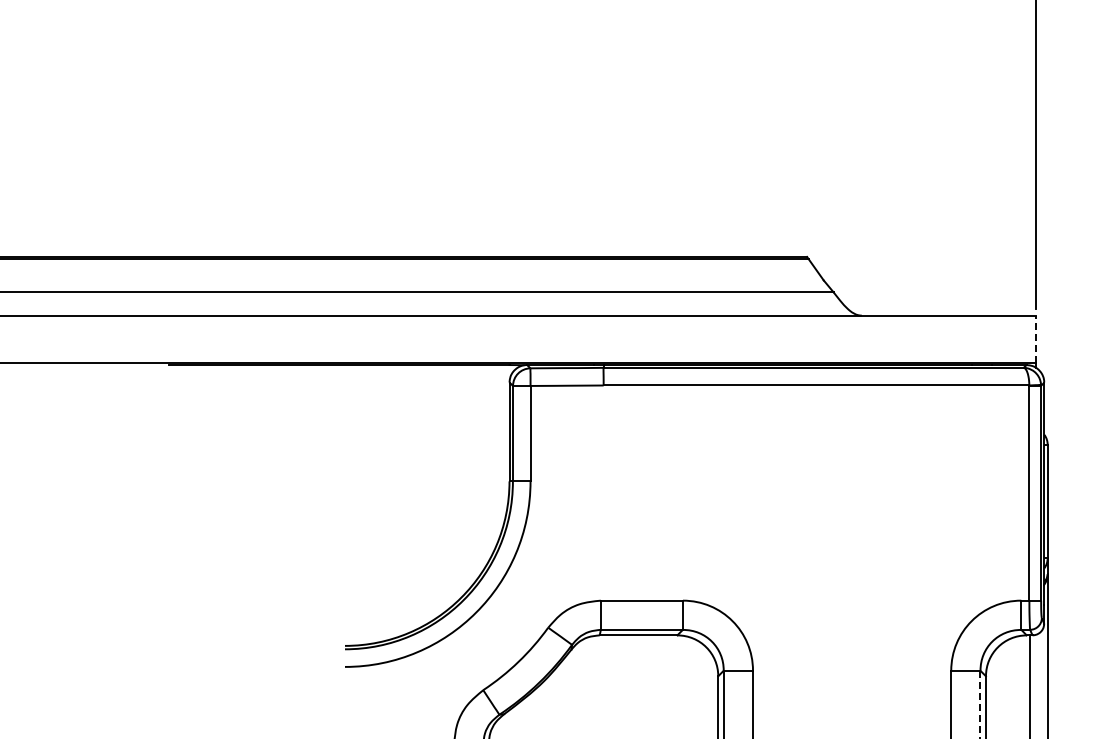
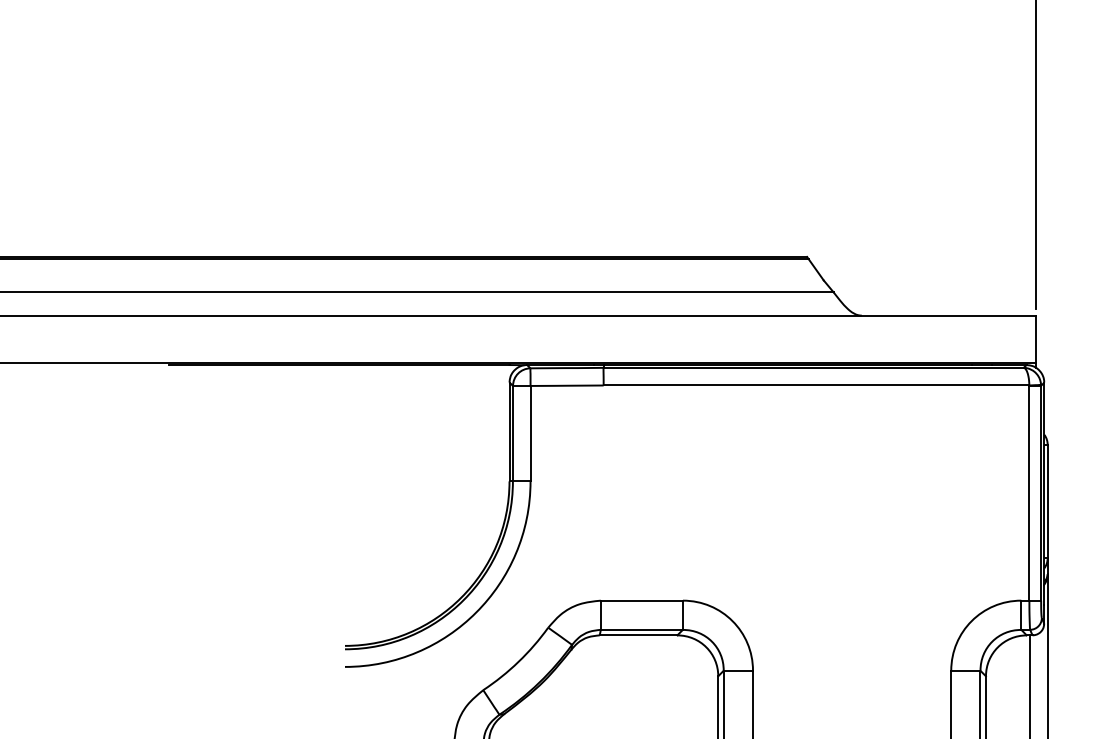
line at (1035, 339): dashed -> solid
line at (980, 704): dashed -> solid
